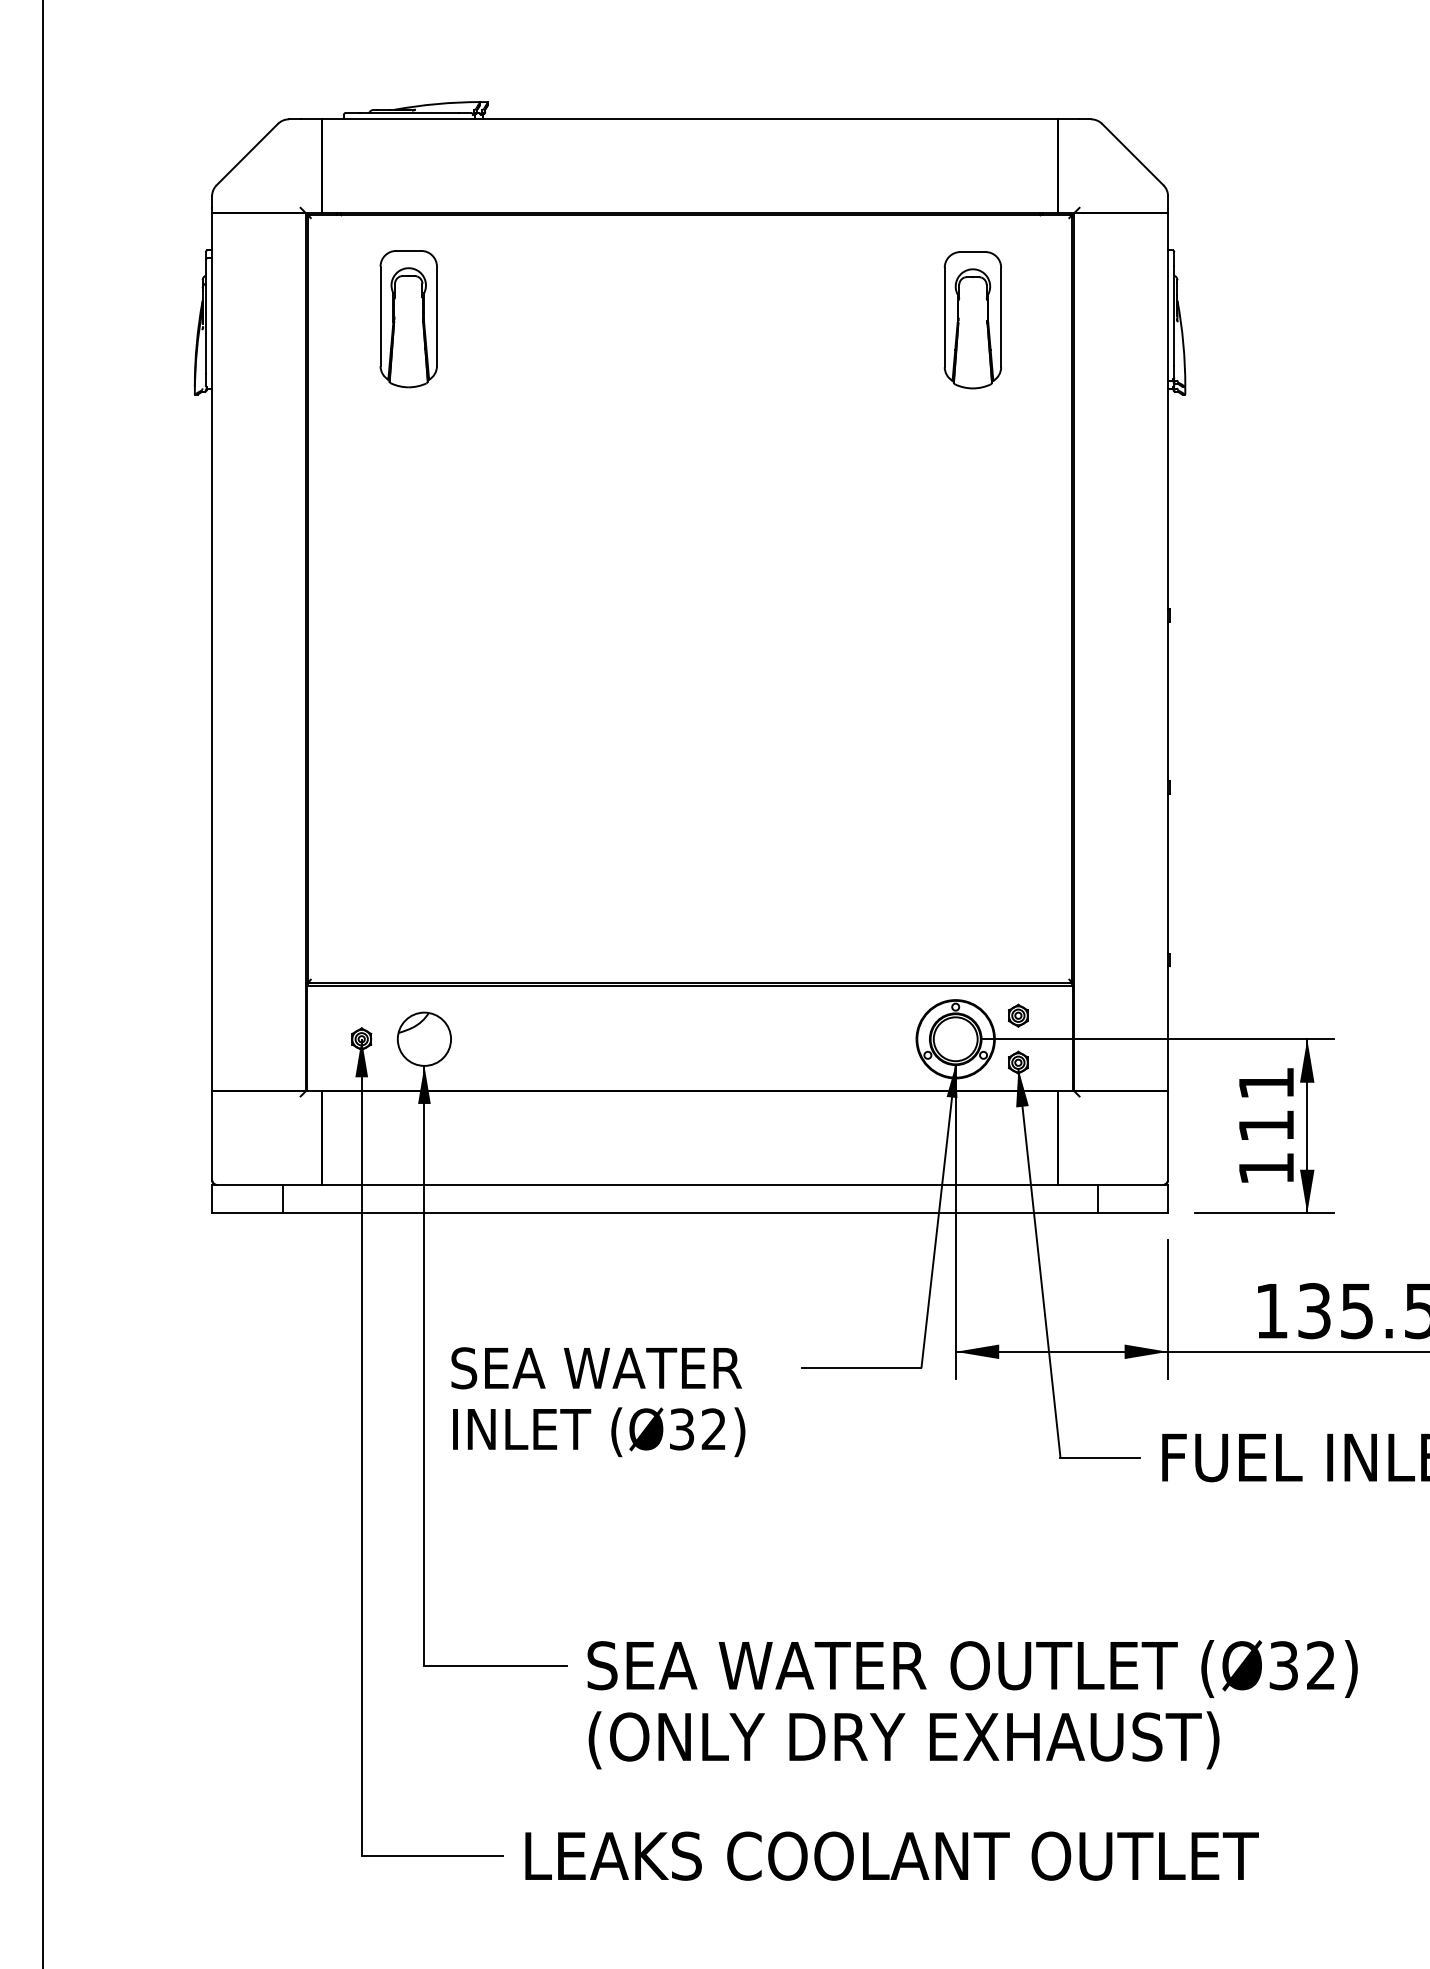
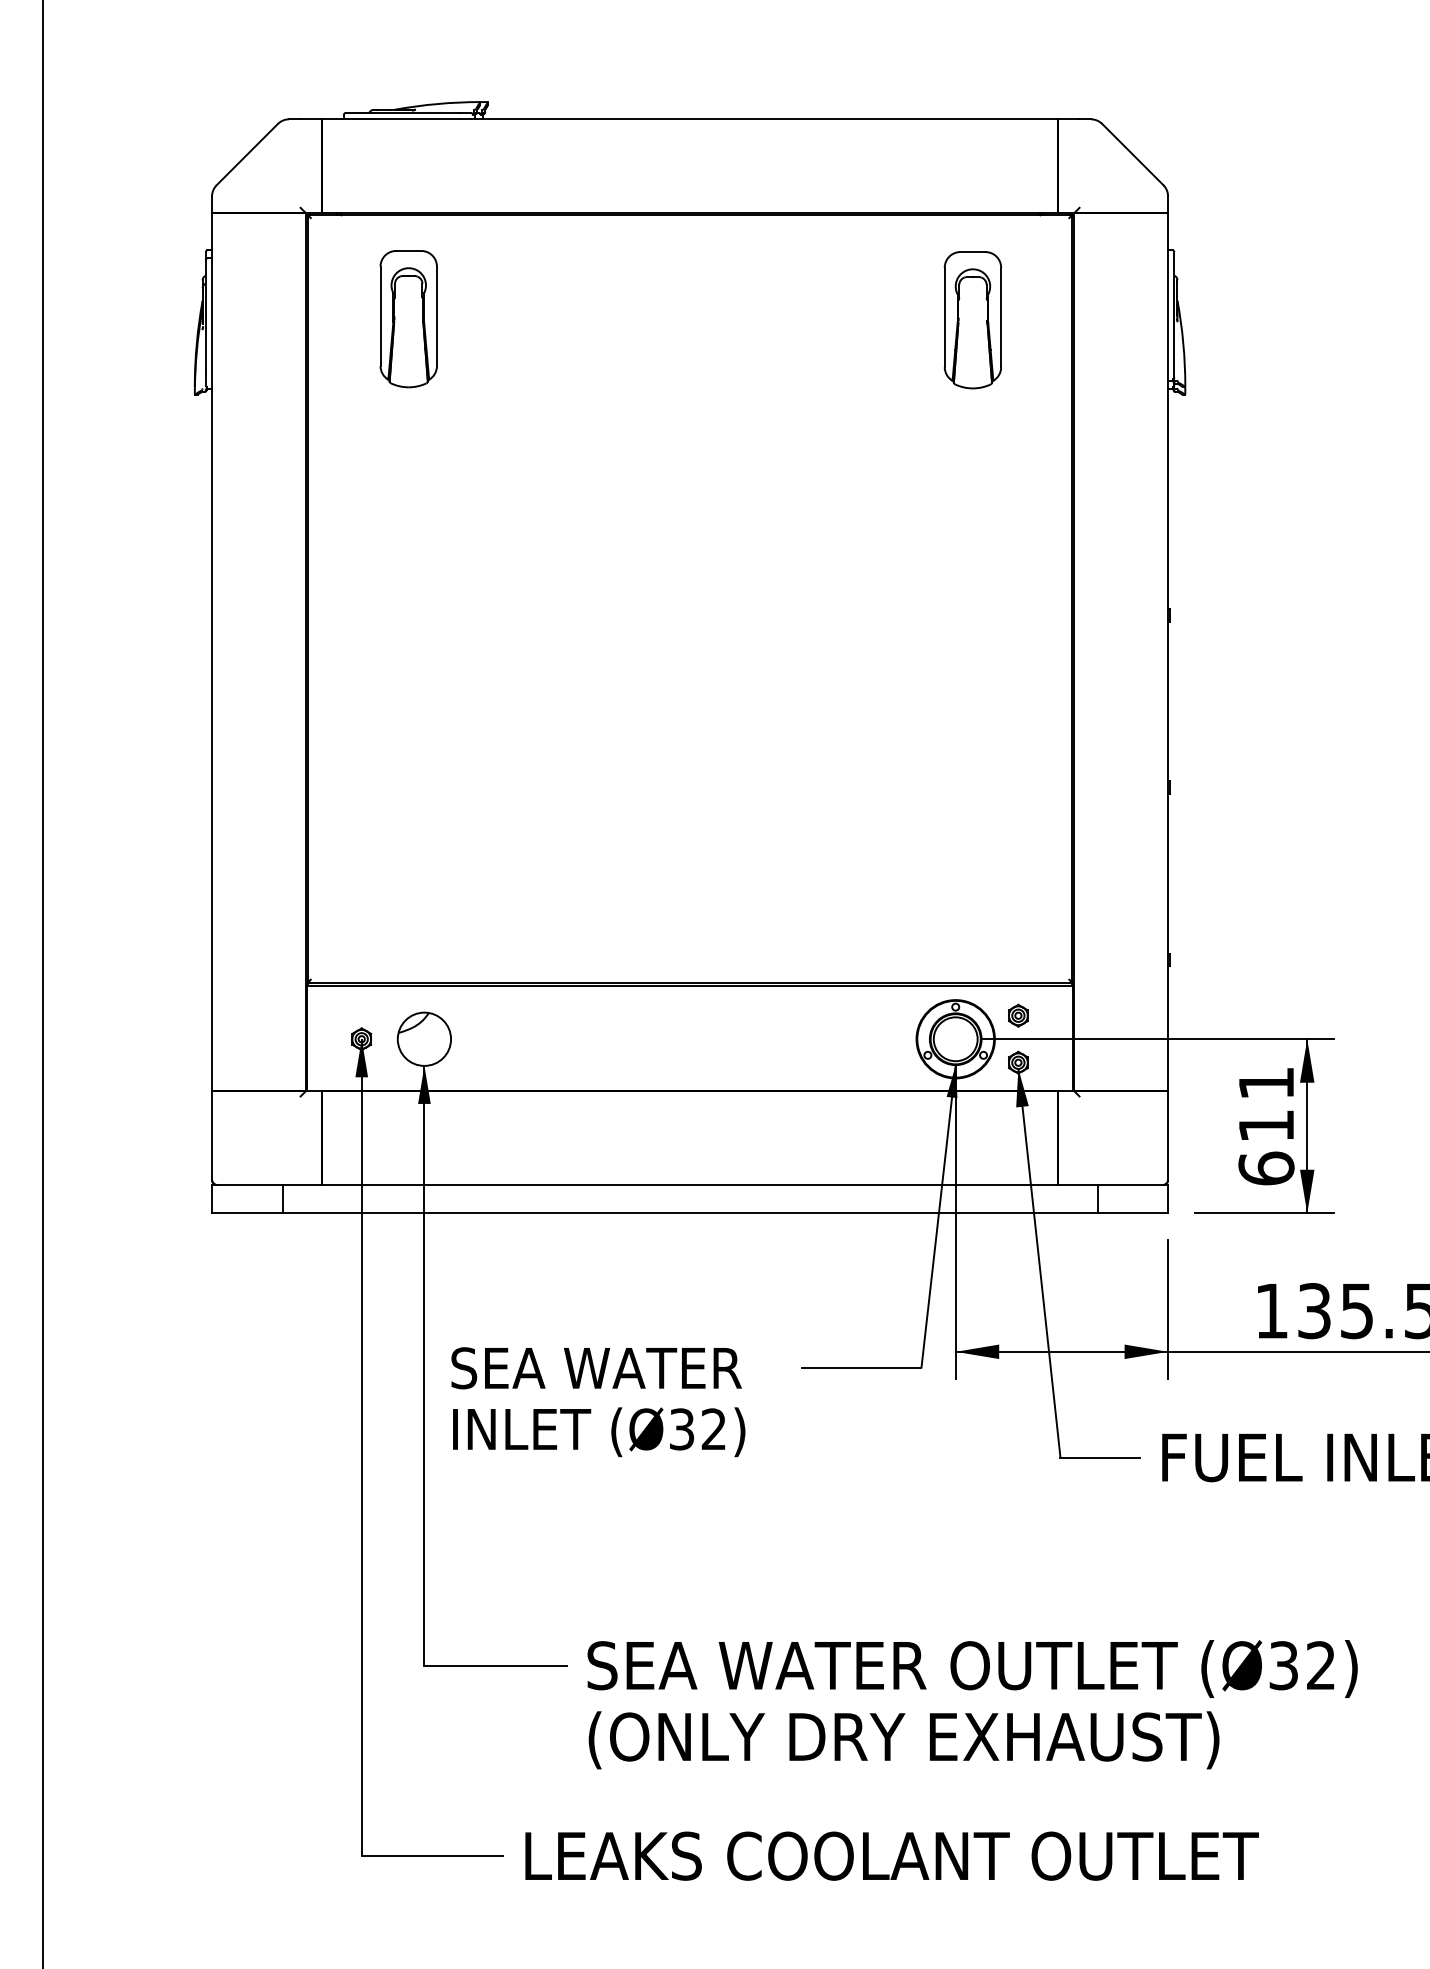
text at (1266, 1168): 111 -> 611
